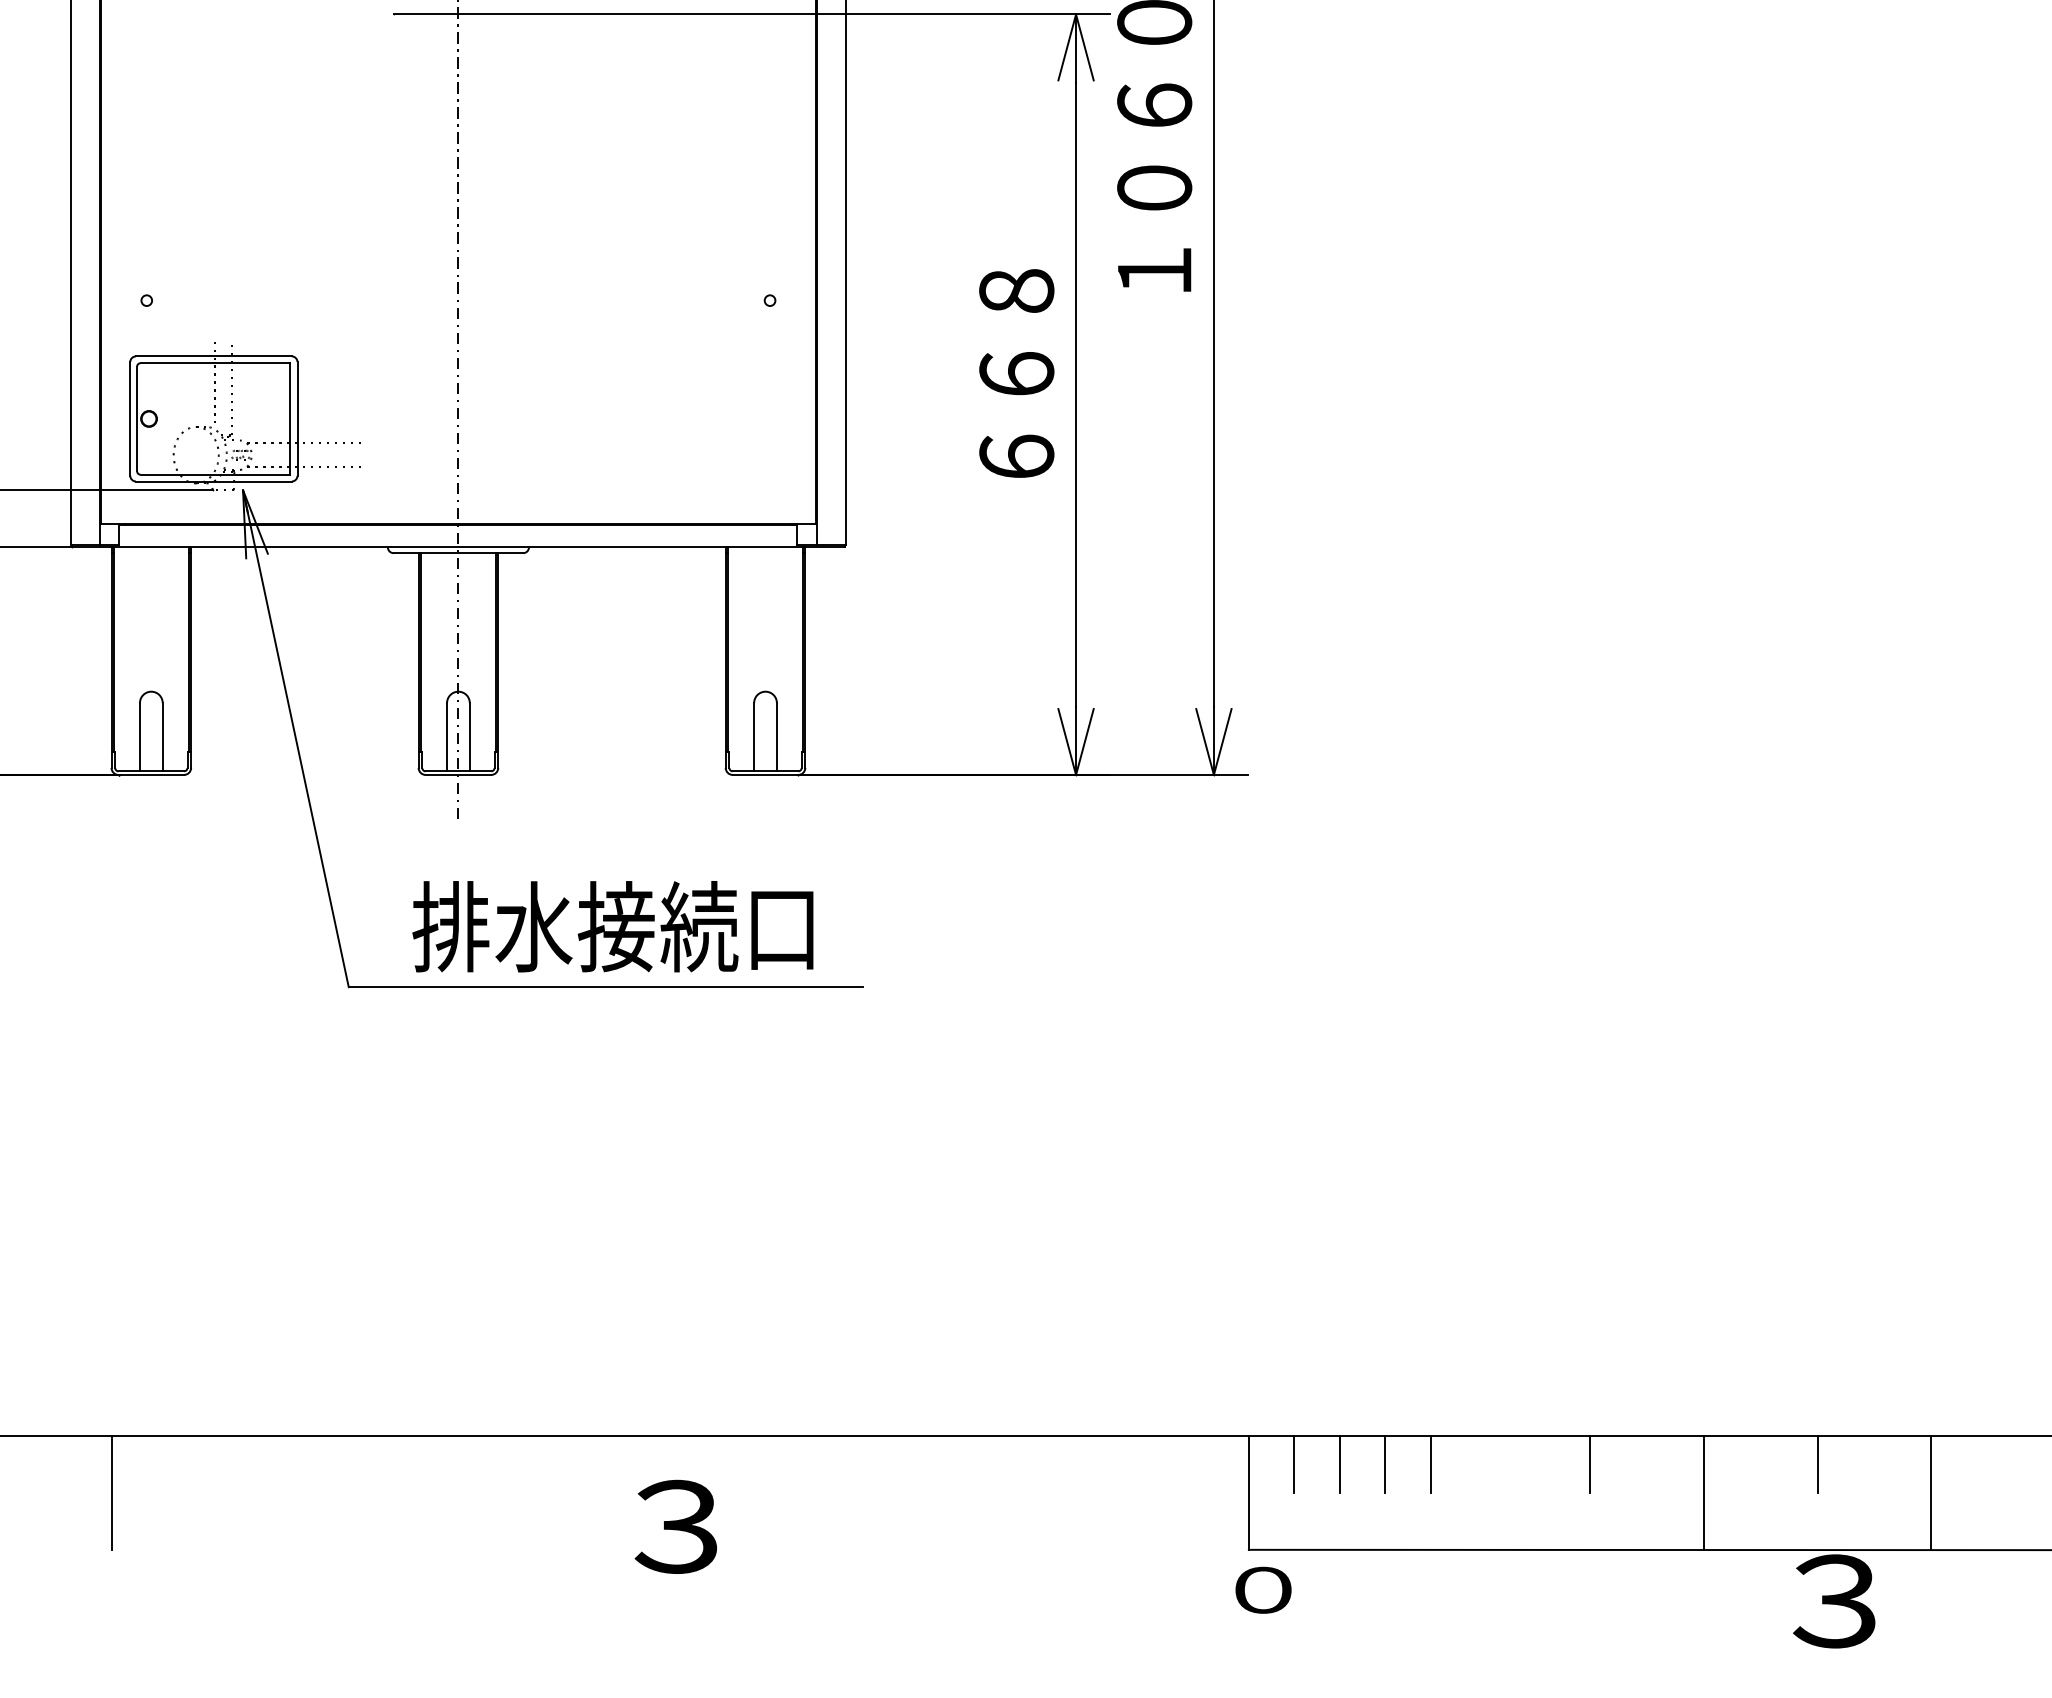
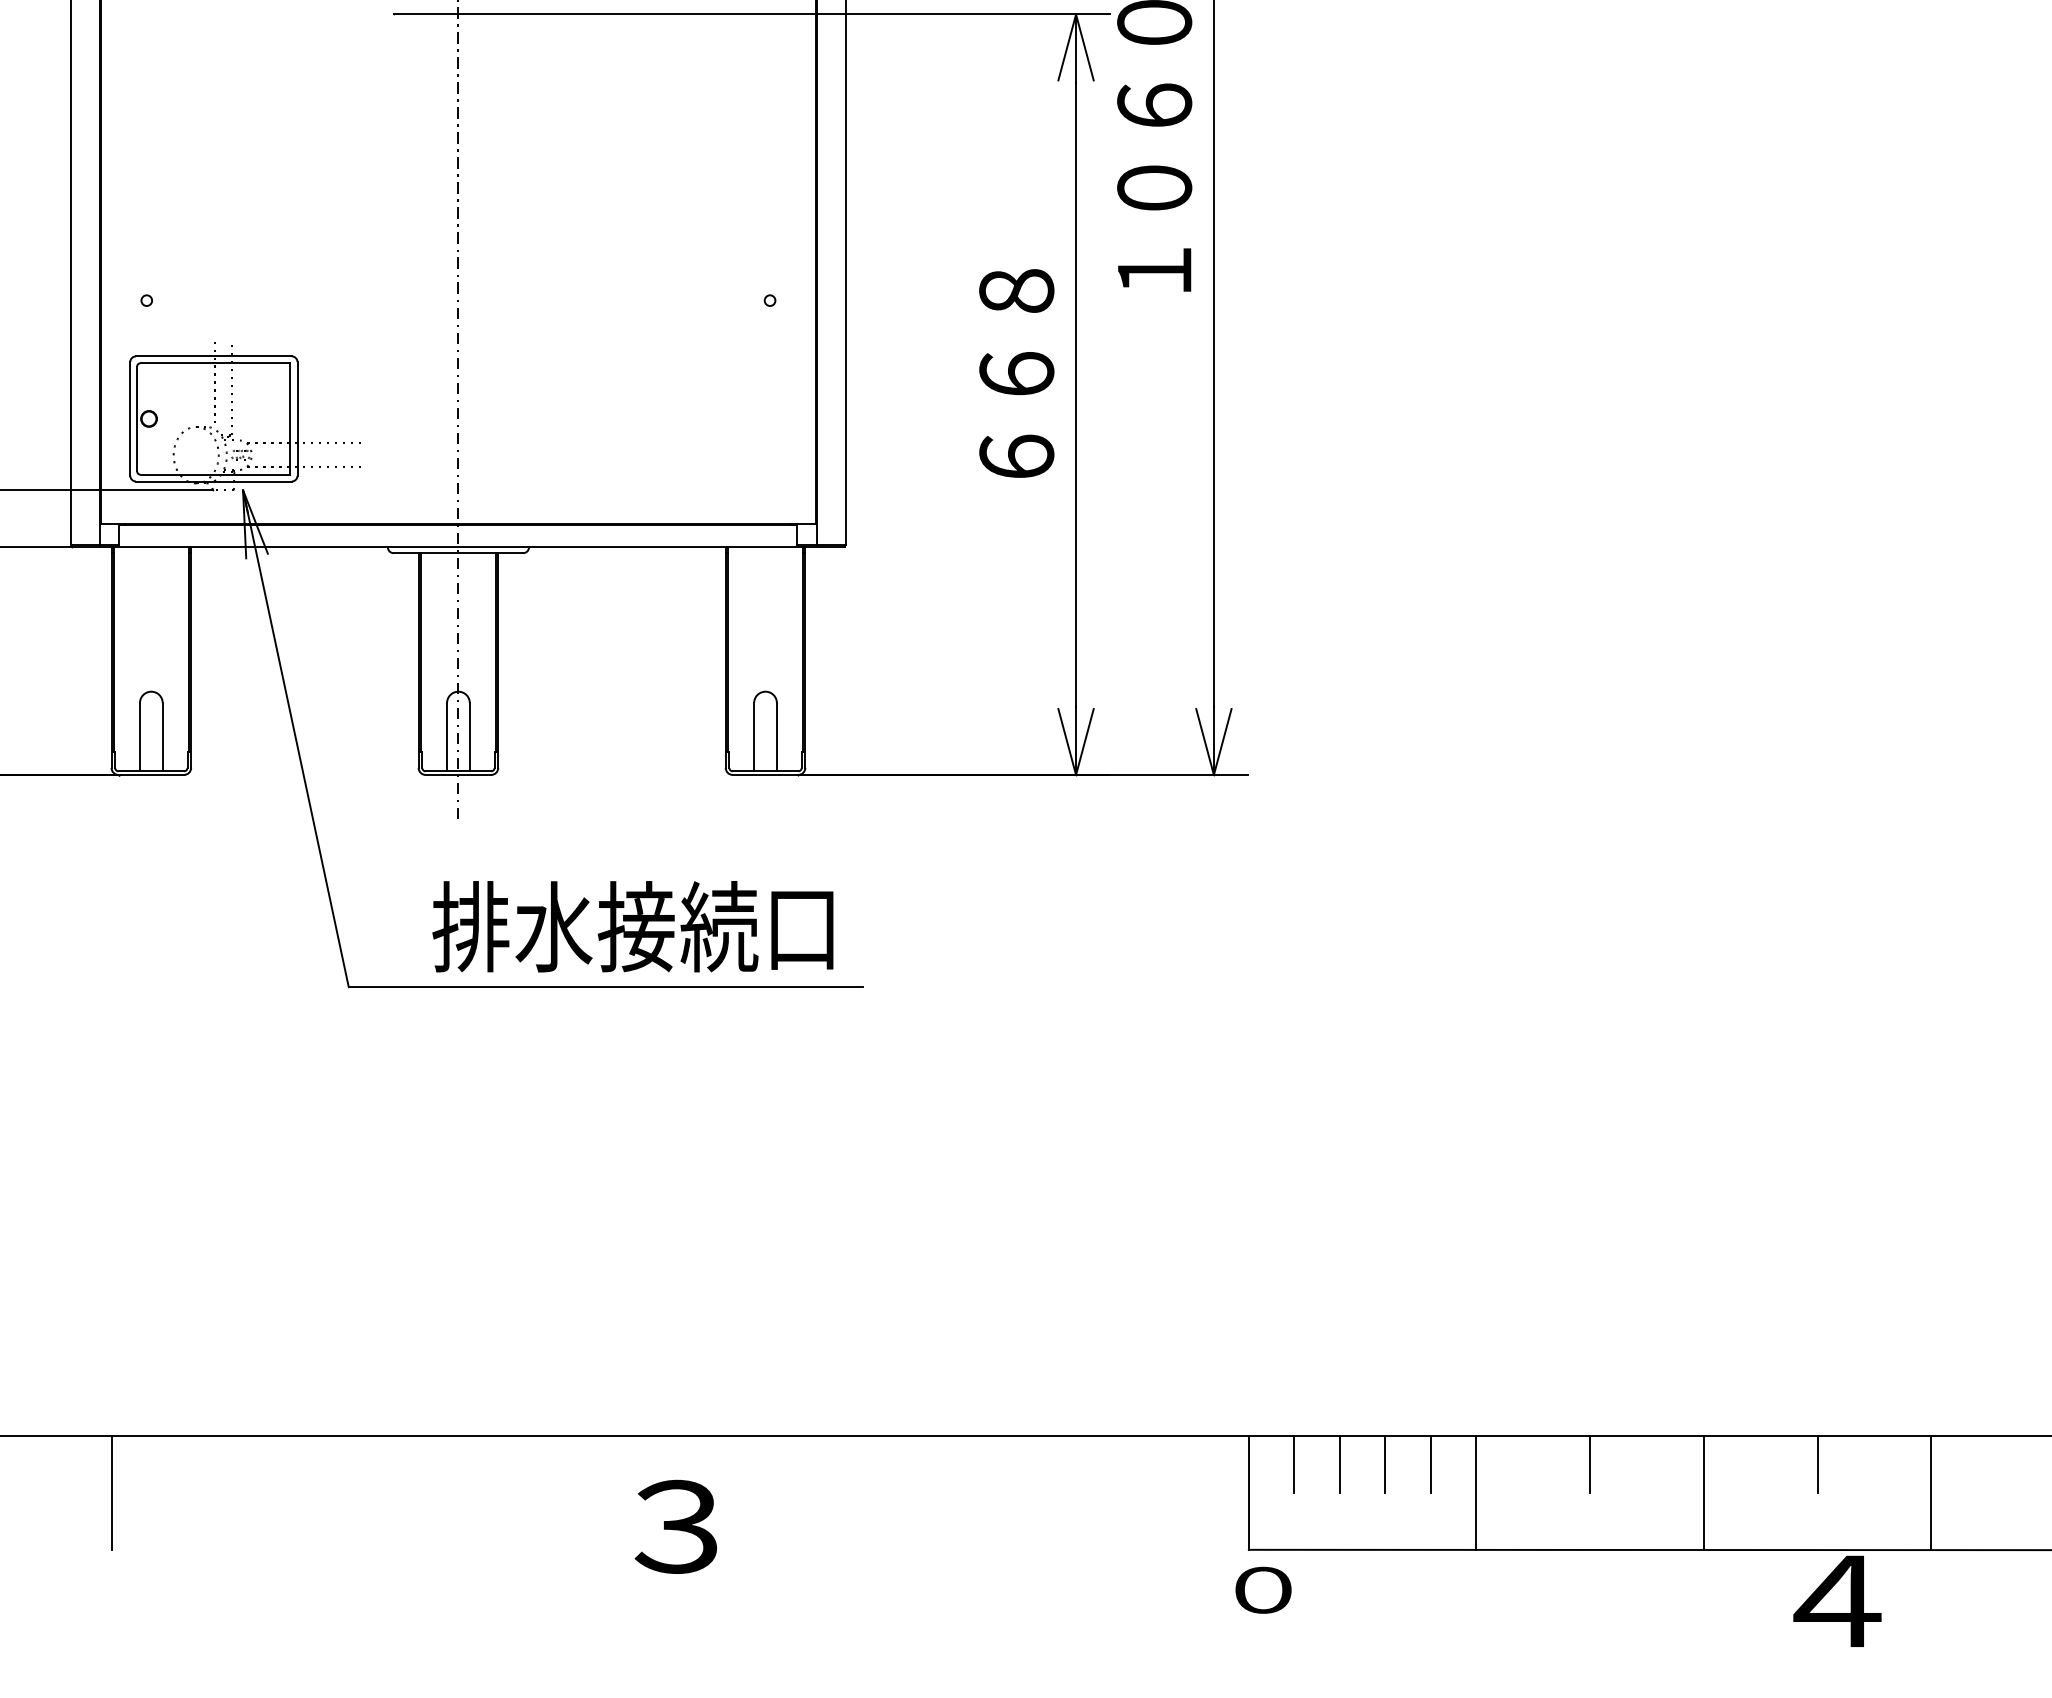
text at (612, 926) position: (612, 926) -> (632, 926)
line at (1476, 1492): none -> present
text at (1837, 1601): ３ -> ４
